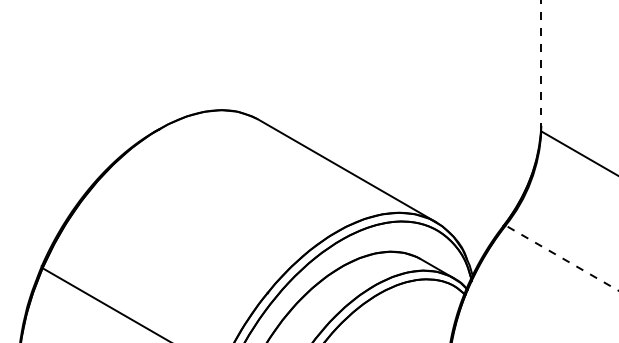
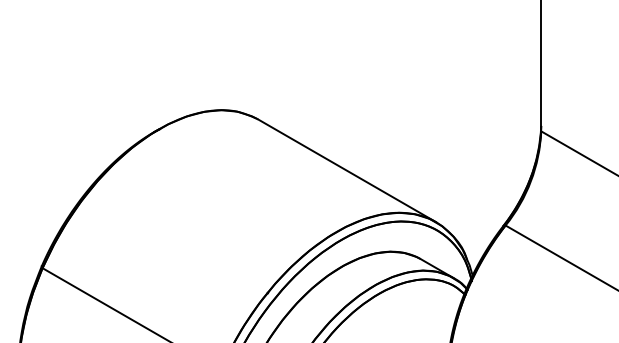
line at (541, 65): dashed -> solid
line at (561, 257): dashed -> solid
